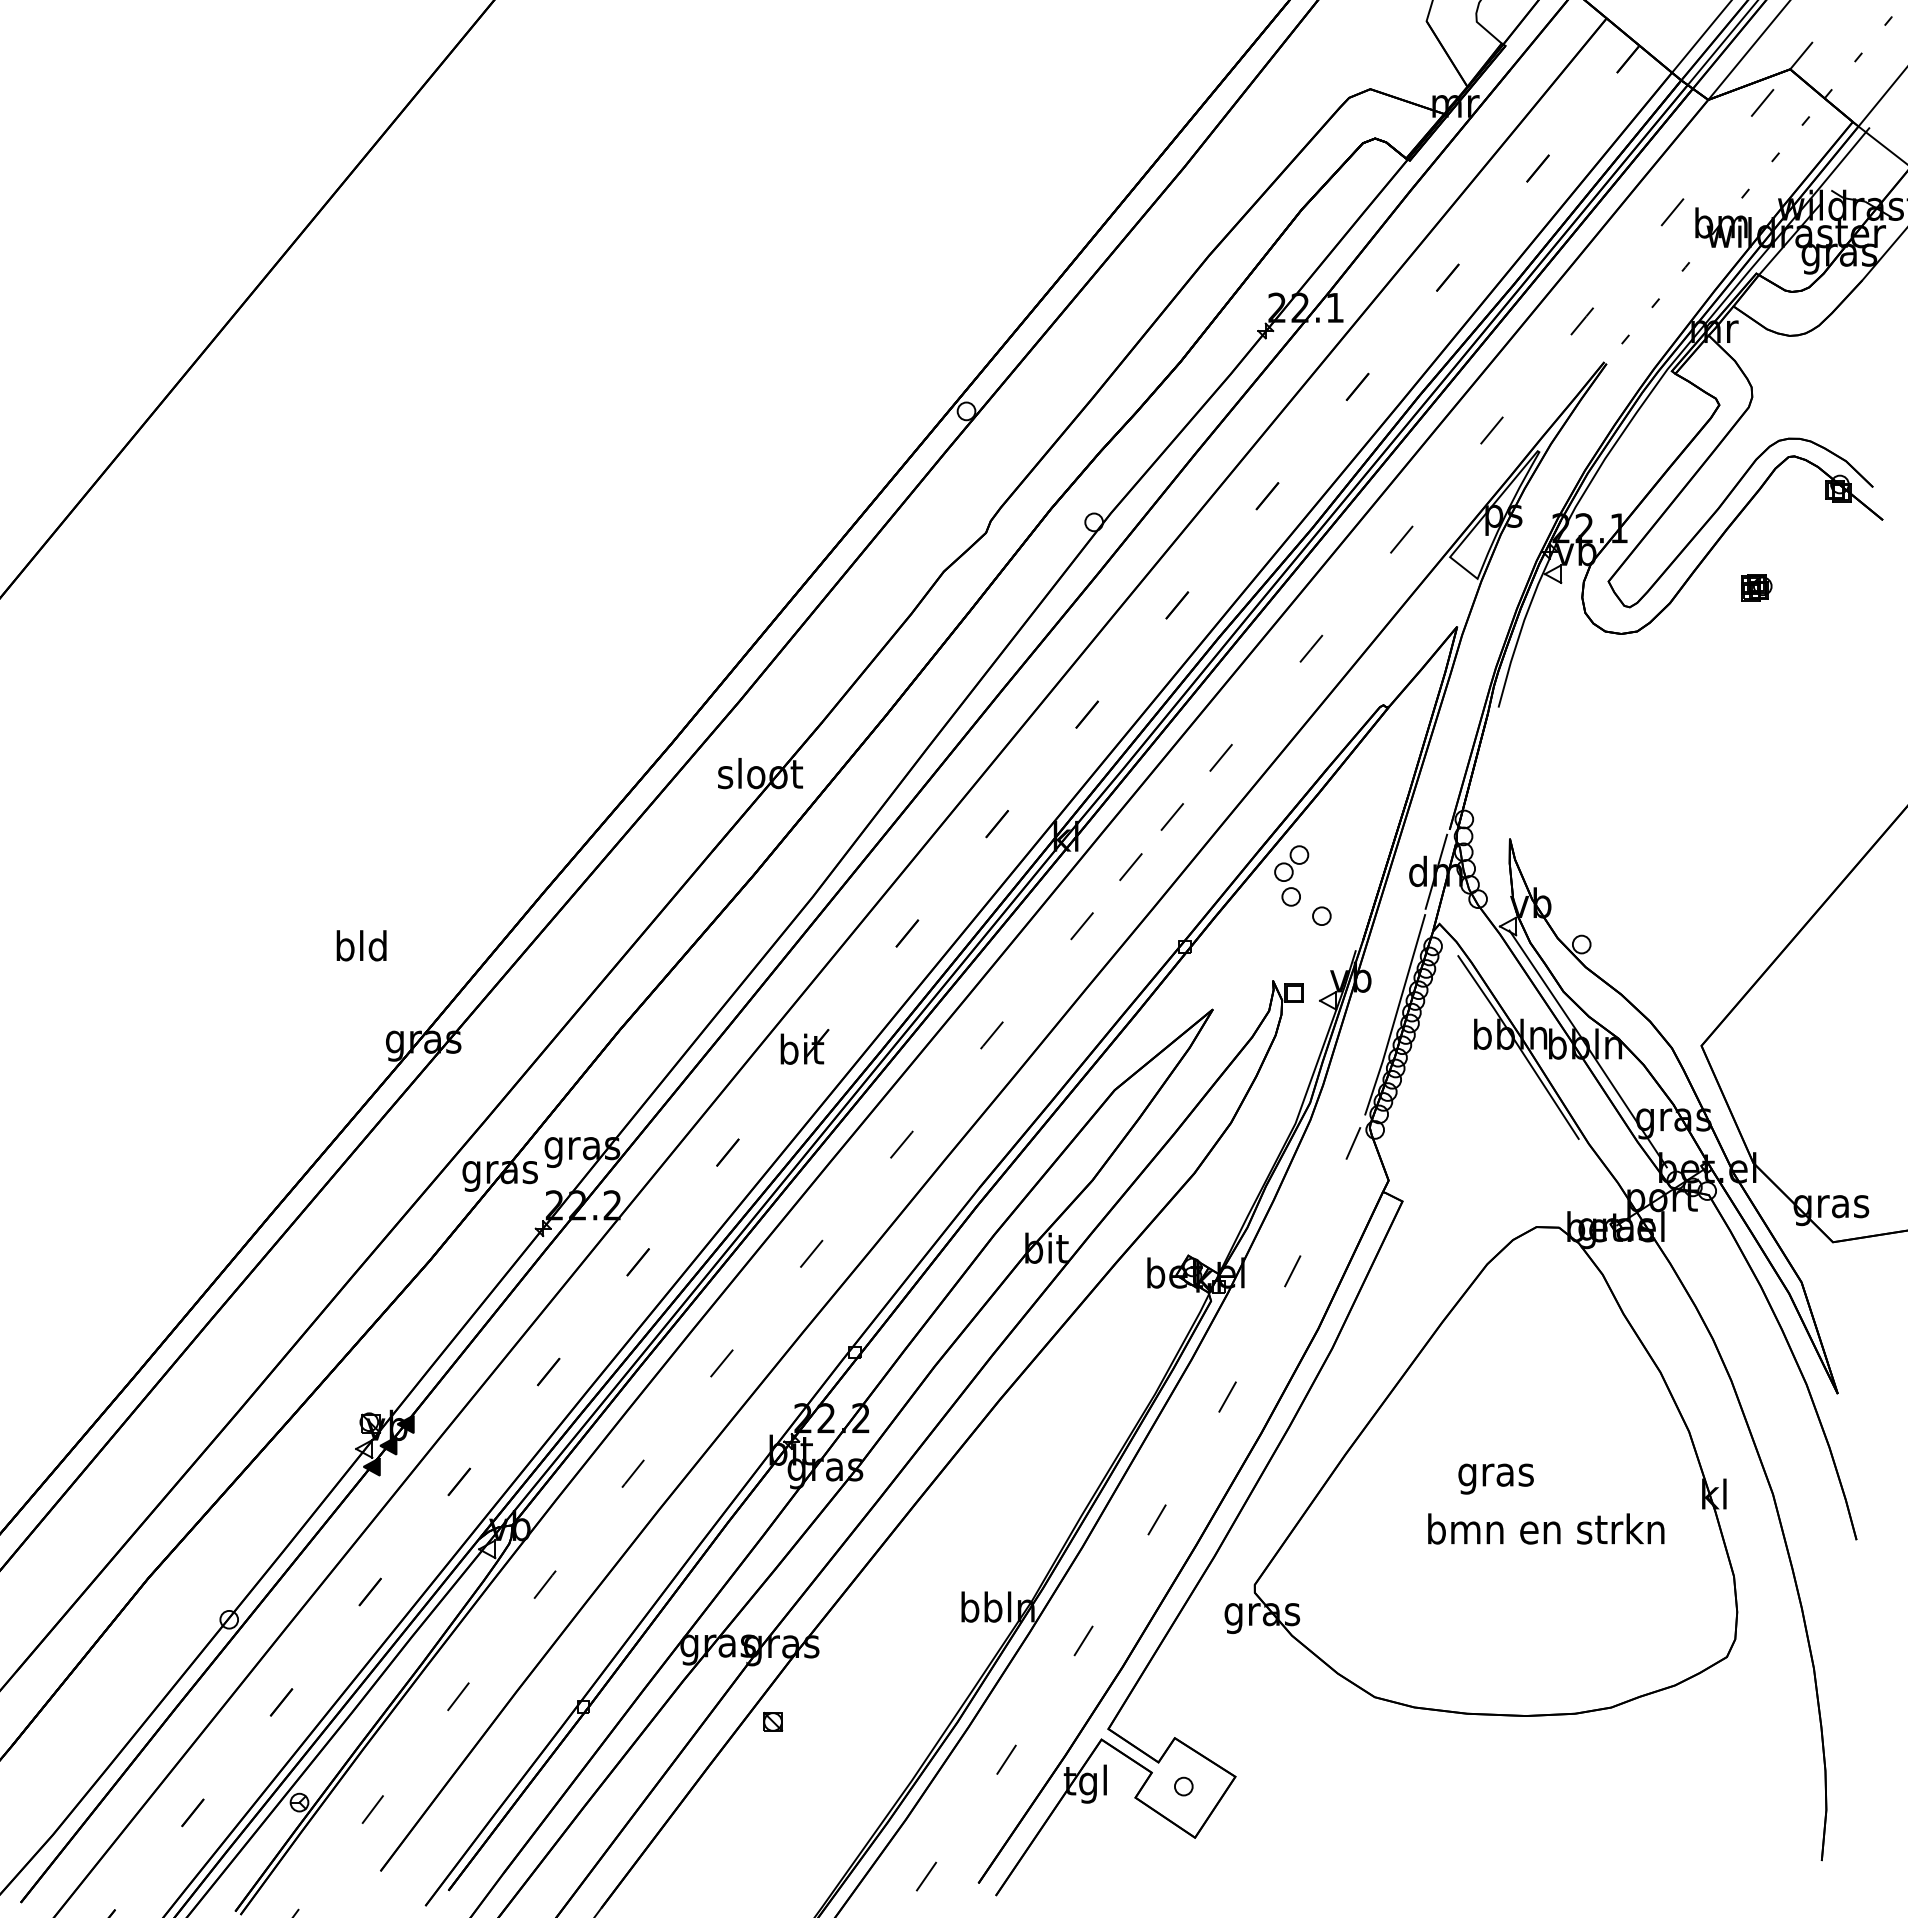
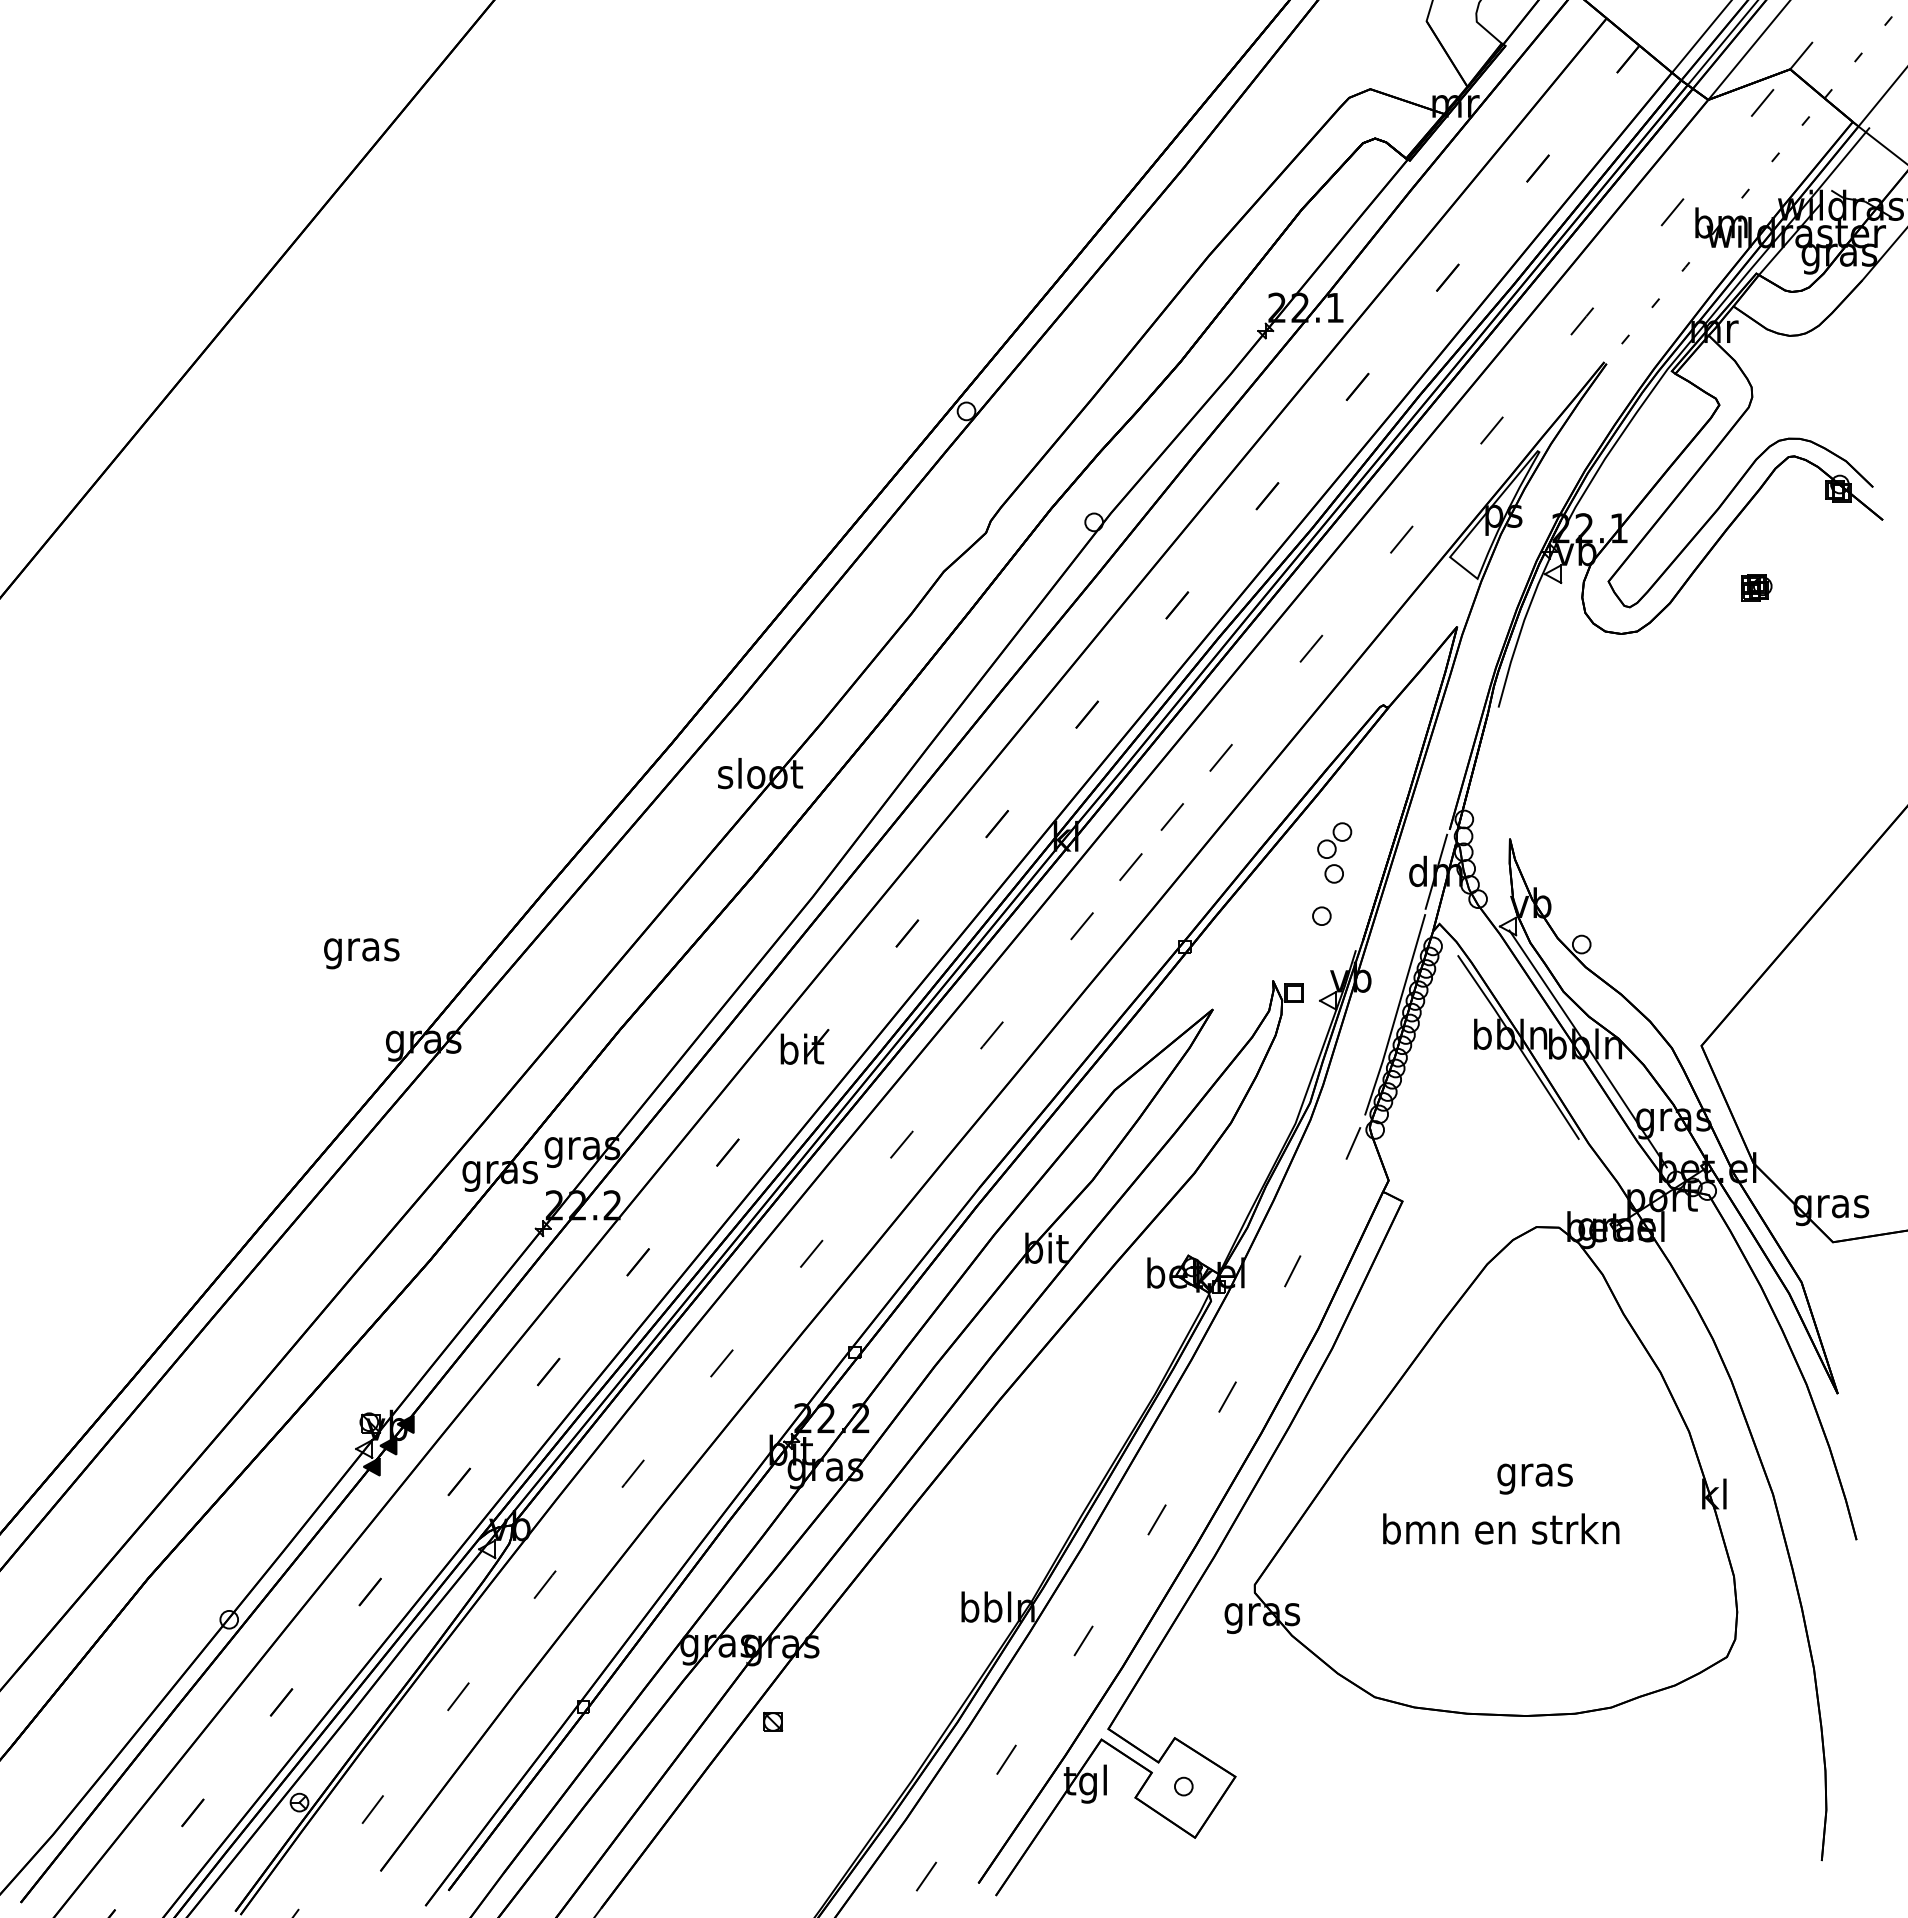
part at (1291, 875) position: (1291, 875) -> (1334, 852)
text at (361, 949): bld -> gras
text at (1495, 1478) position: (1495, 1478) -> (1534, 1478)
text at (1546, 1528) position: (1546, 1528) -> (1501, 1528)
